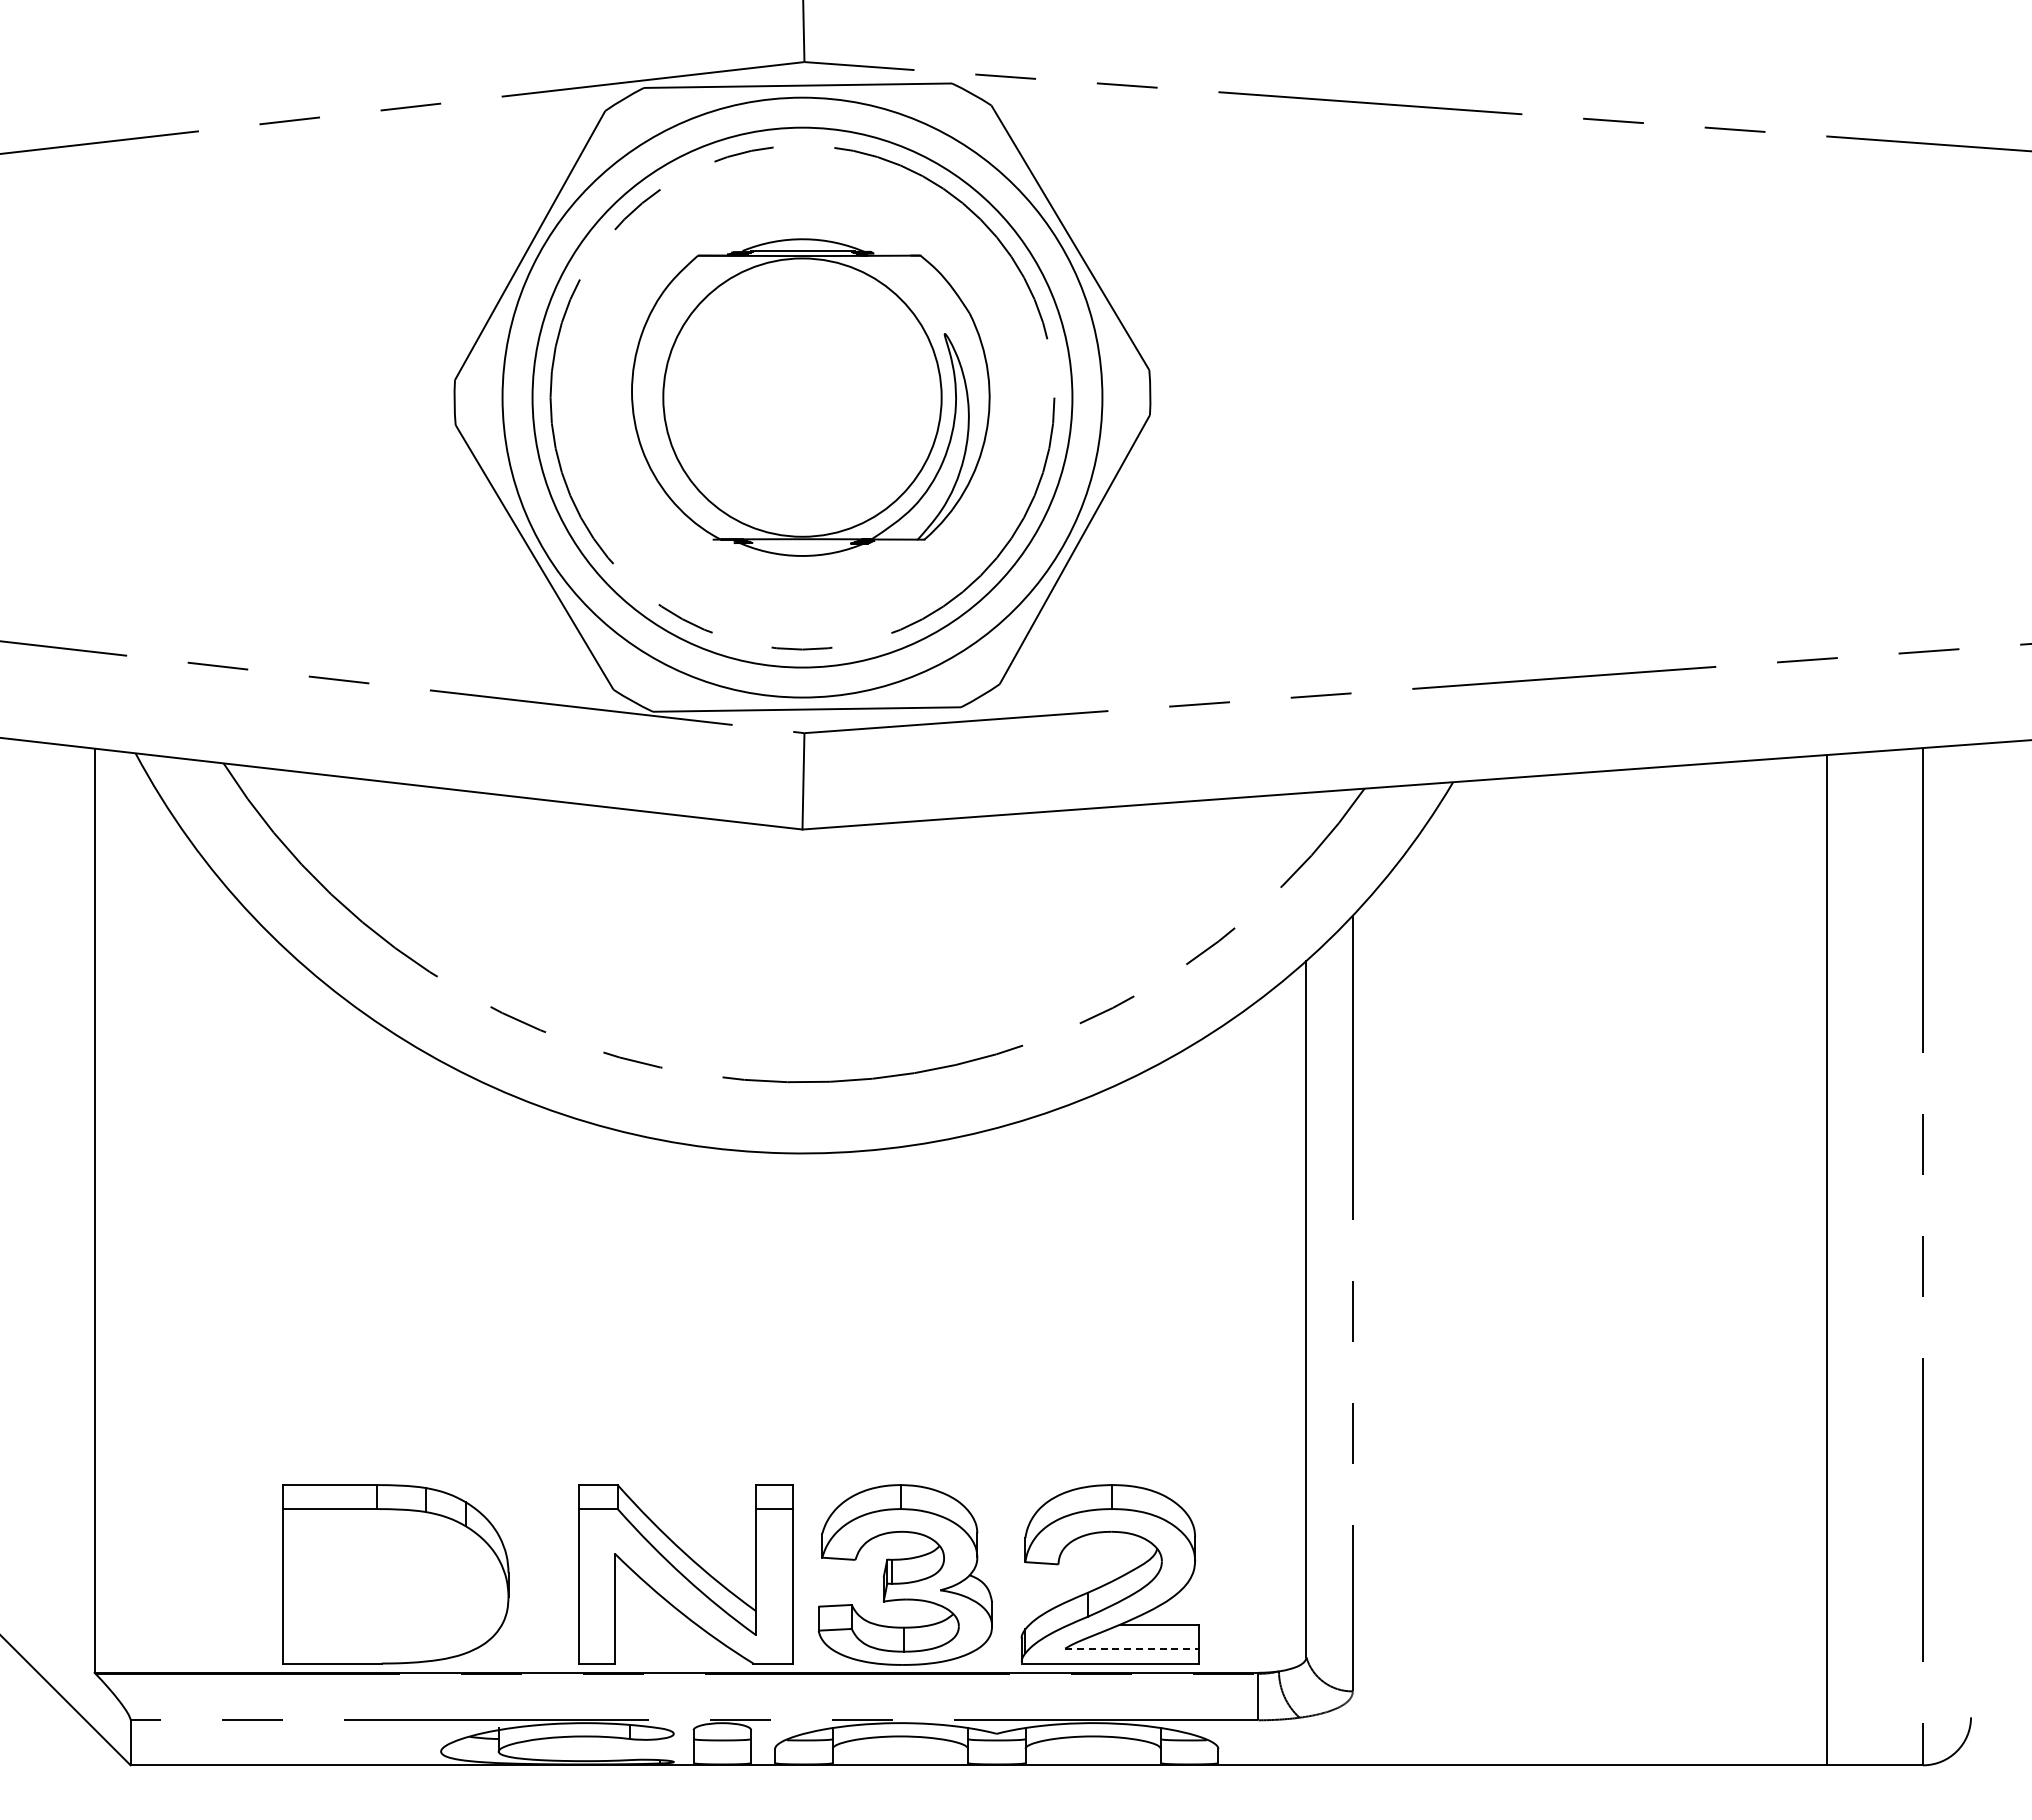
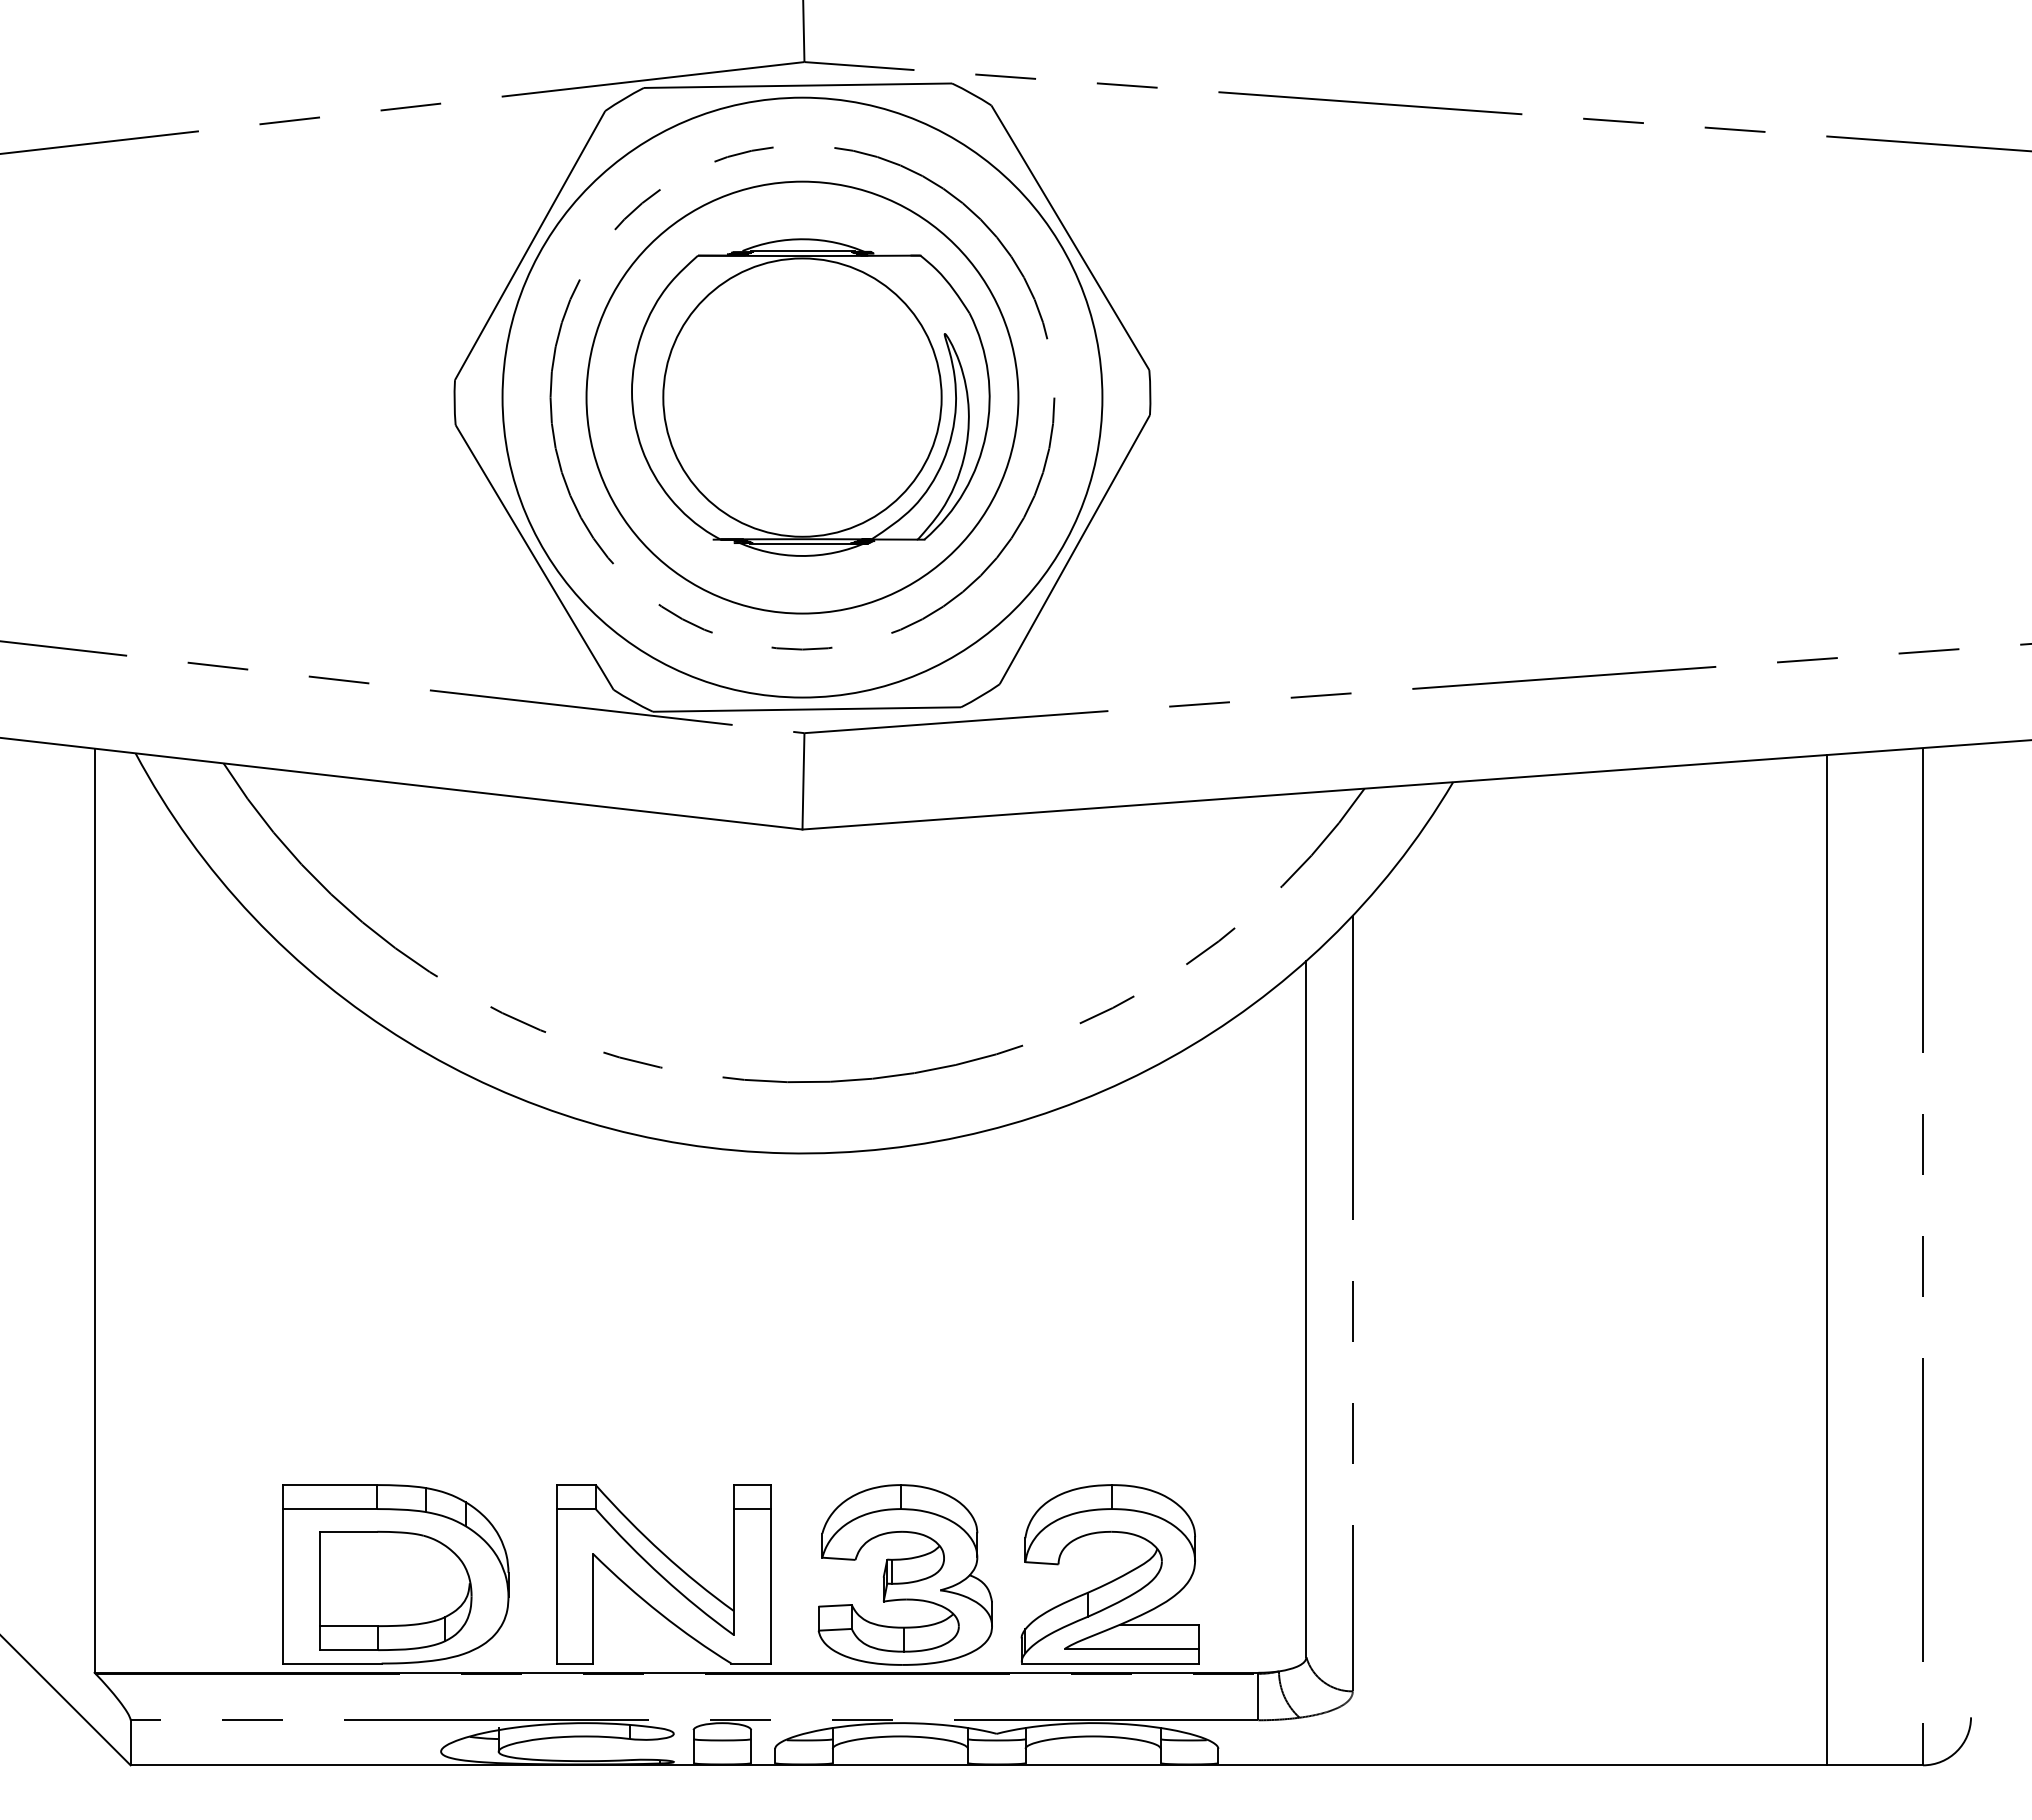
circle at (802, 397) diameter: 540 px -> 432 px
line at (801, 544): none -> present
part at (685, 1574) position: (685, 1574) -> (663, 1574)
part at (395, 1590): none -> present
line at (1132, 1648): dashed -> solid
